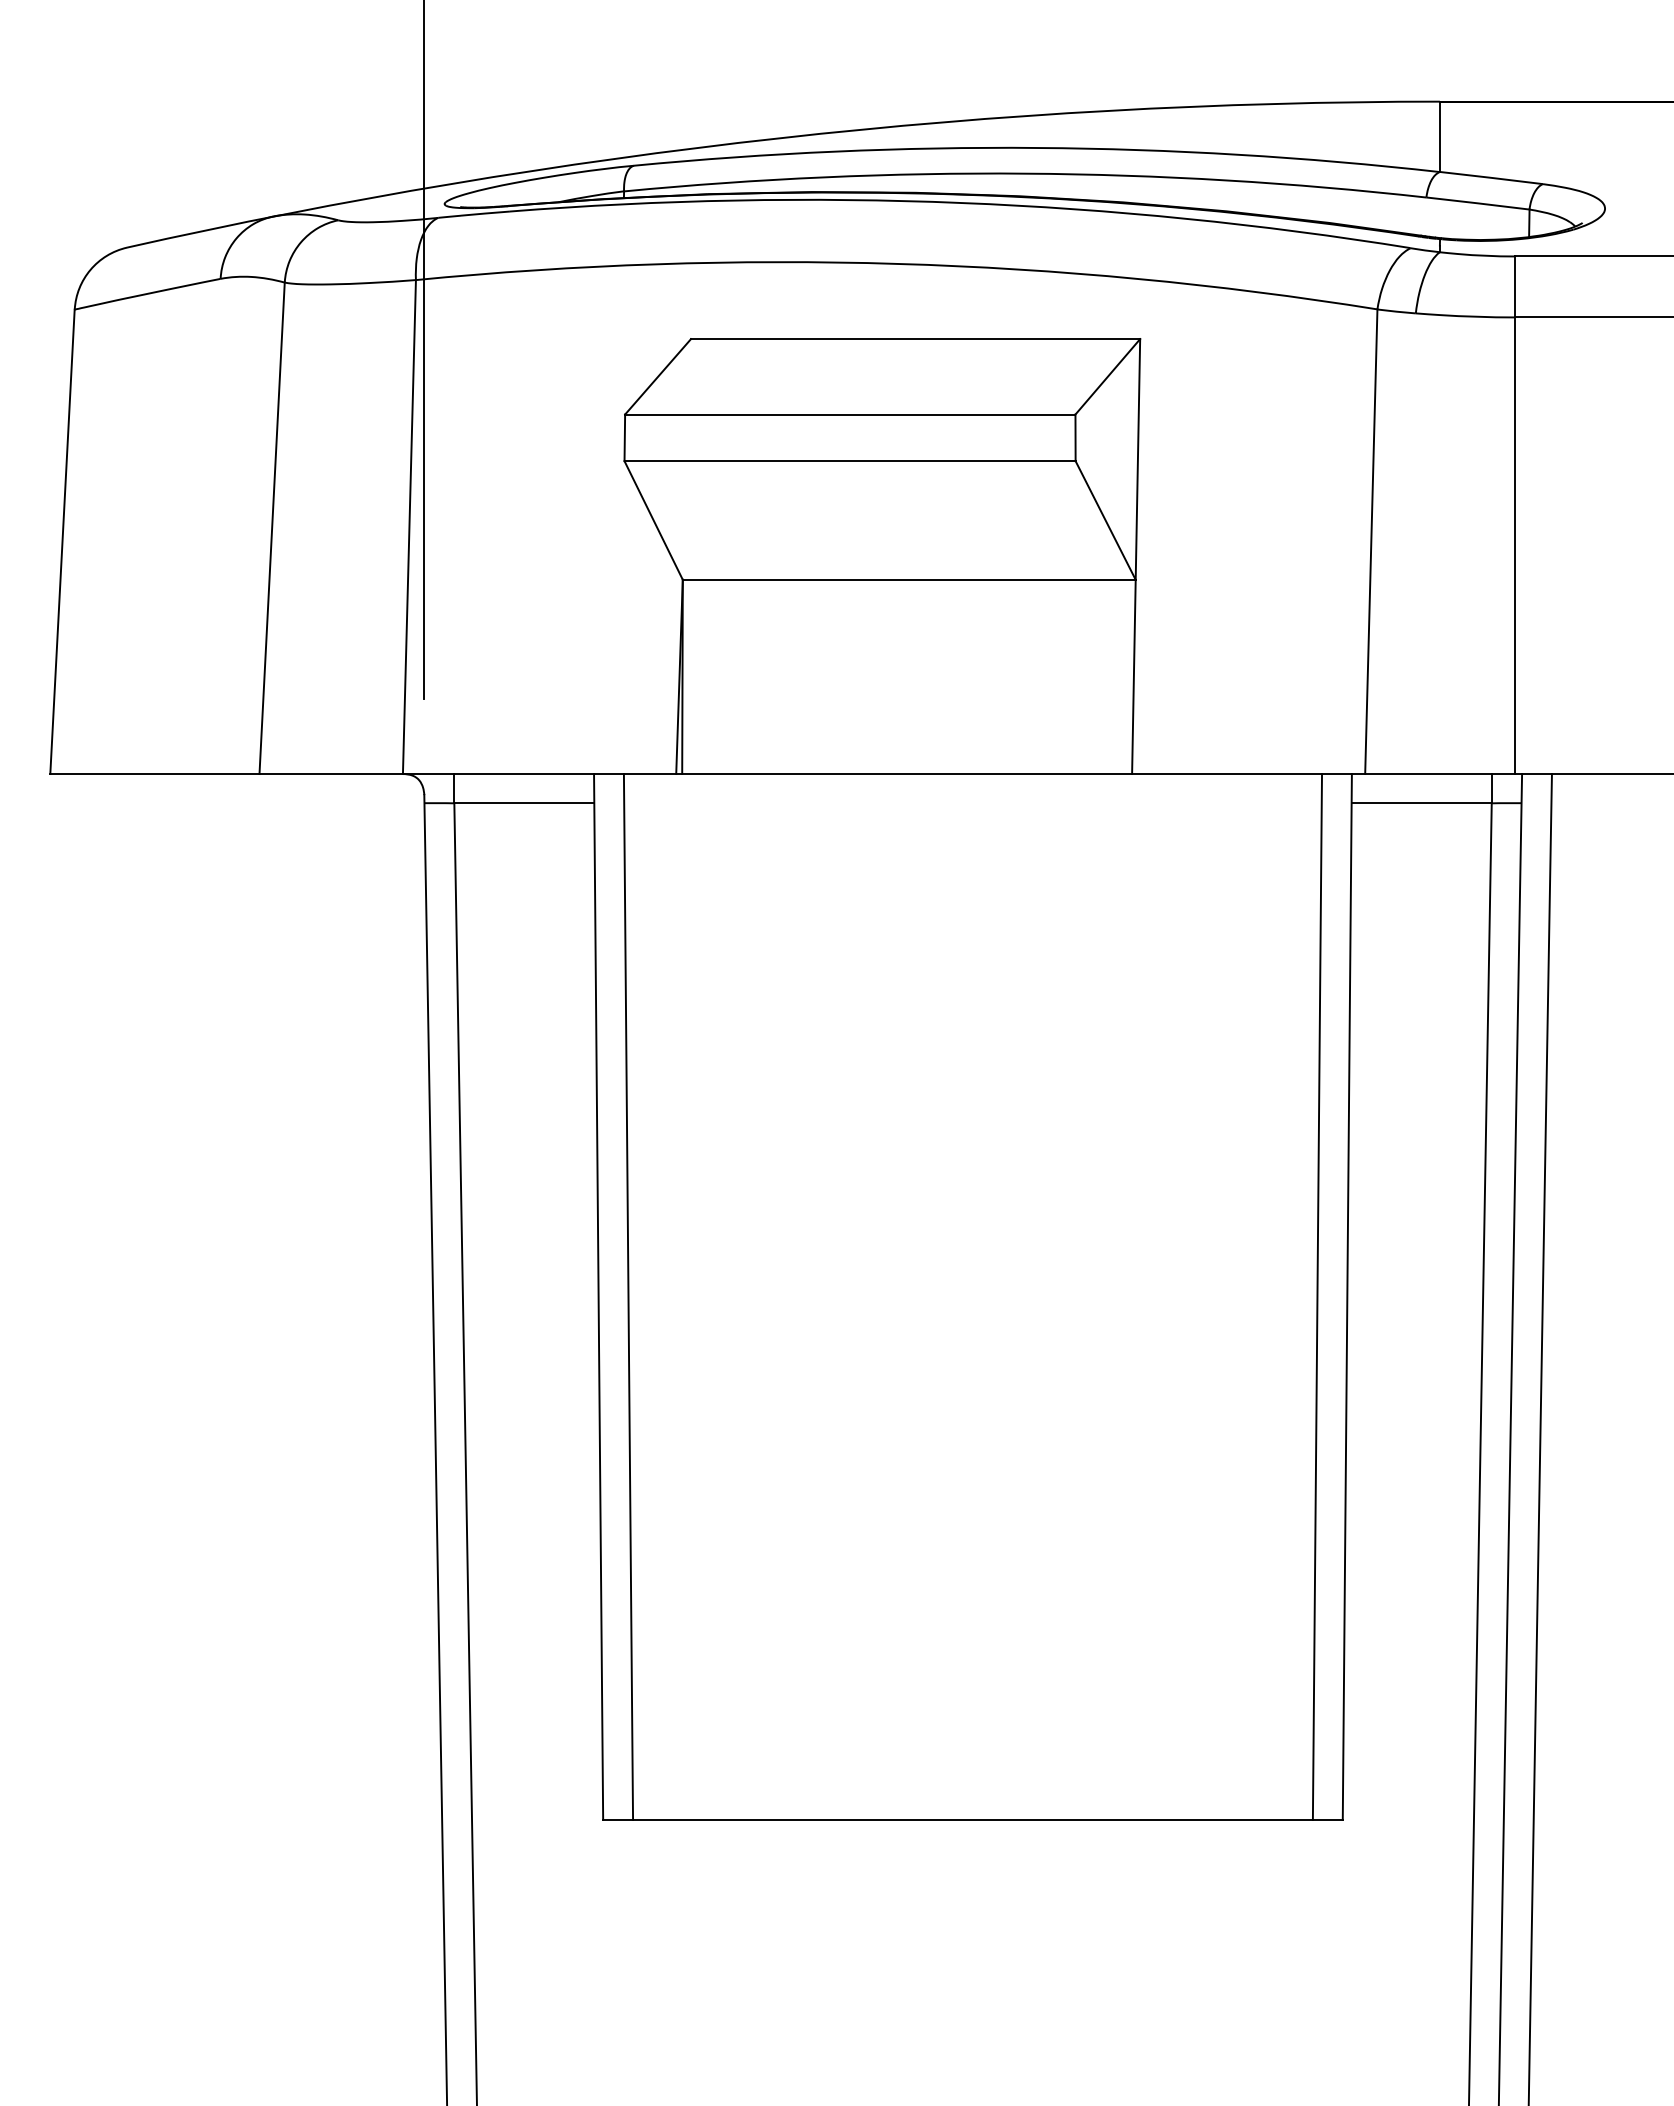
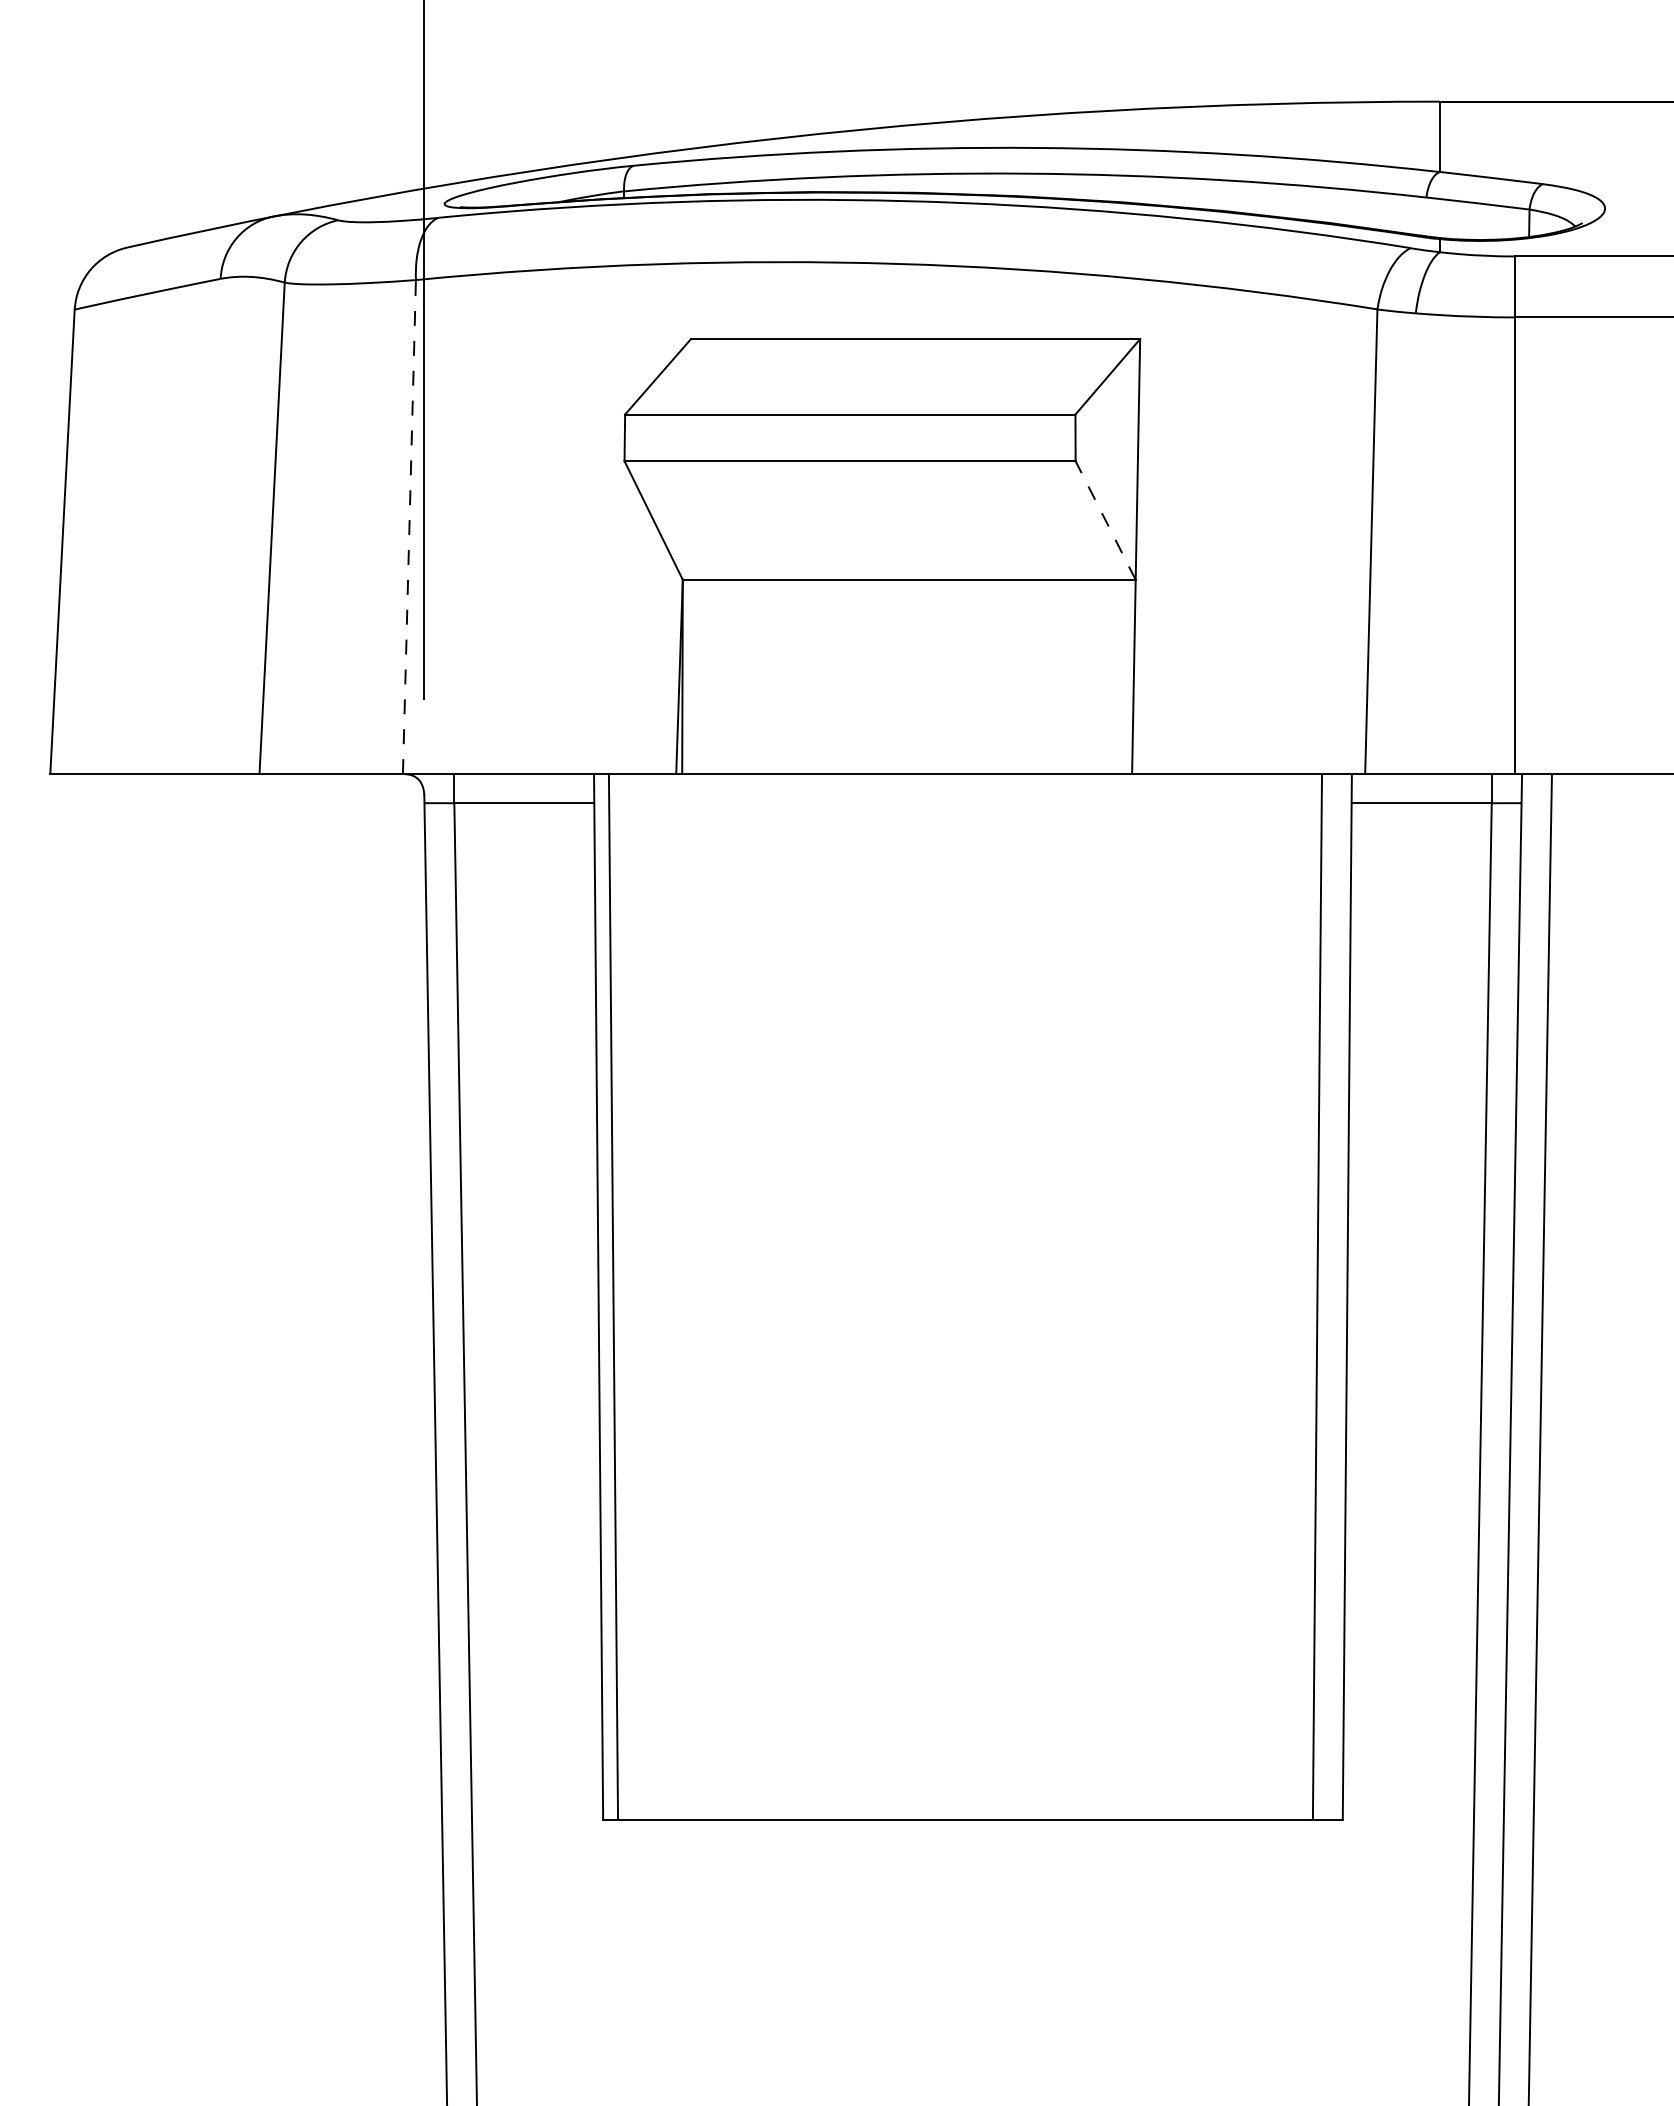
line at (1105, 520): solid -> dashed
line at (409, 526): solid -> dashed
line at (628, 1296) position: (628, 1296) -> (613, 1296)
